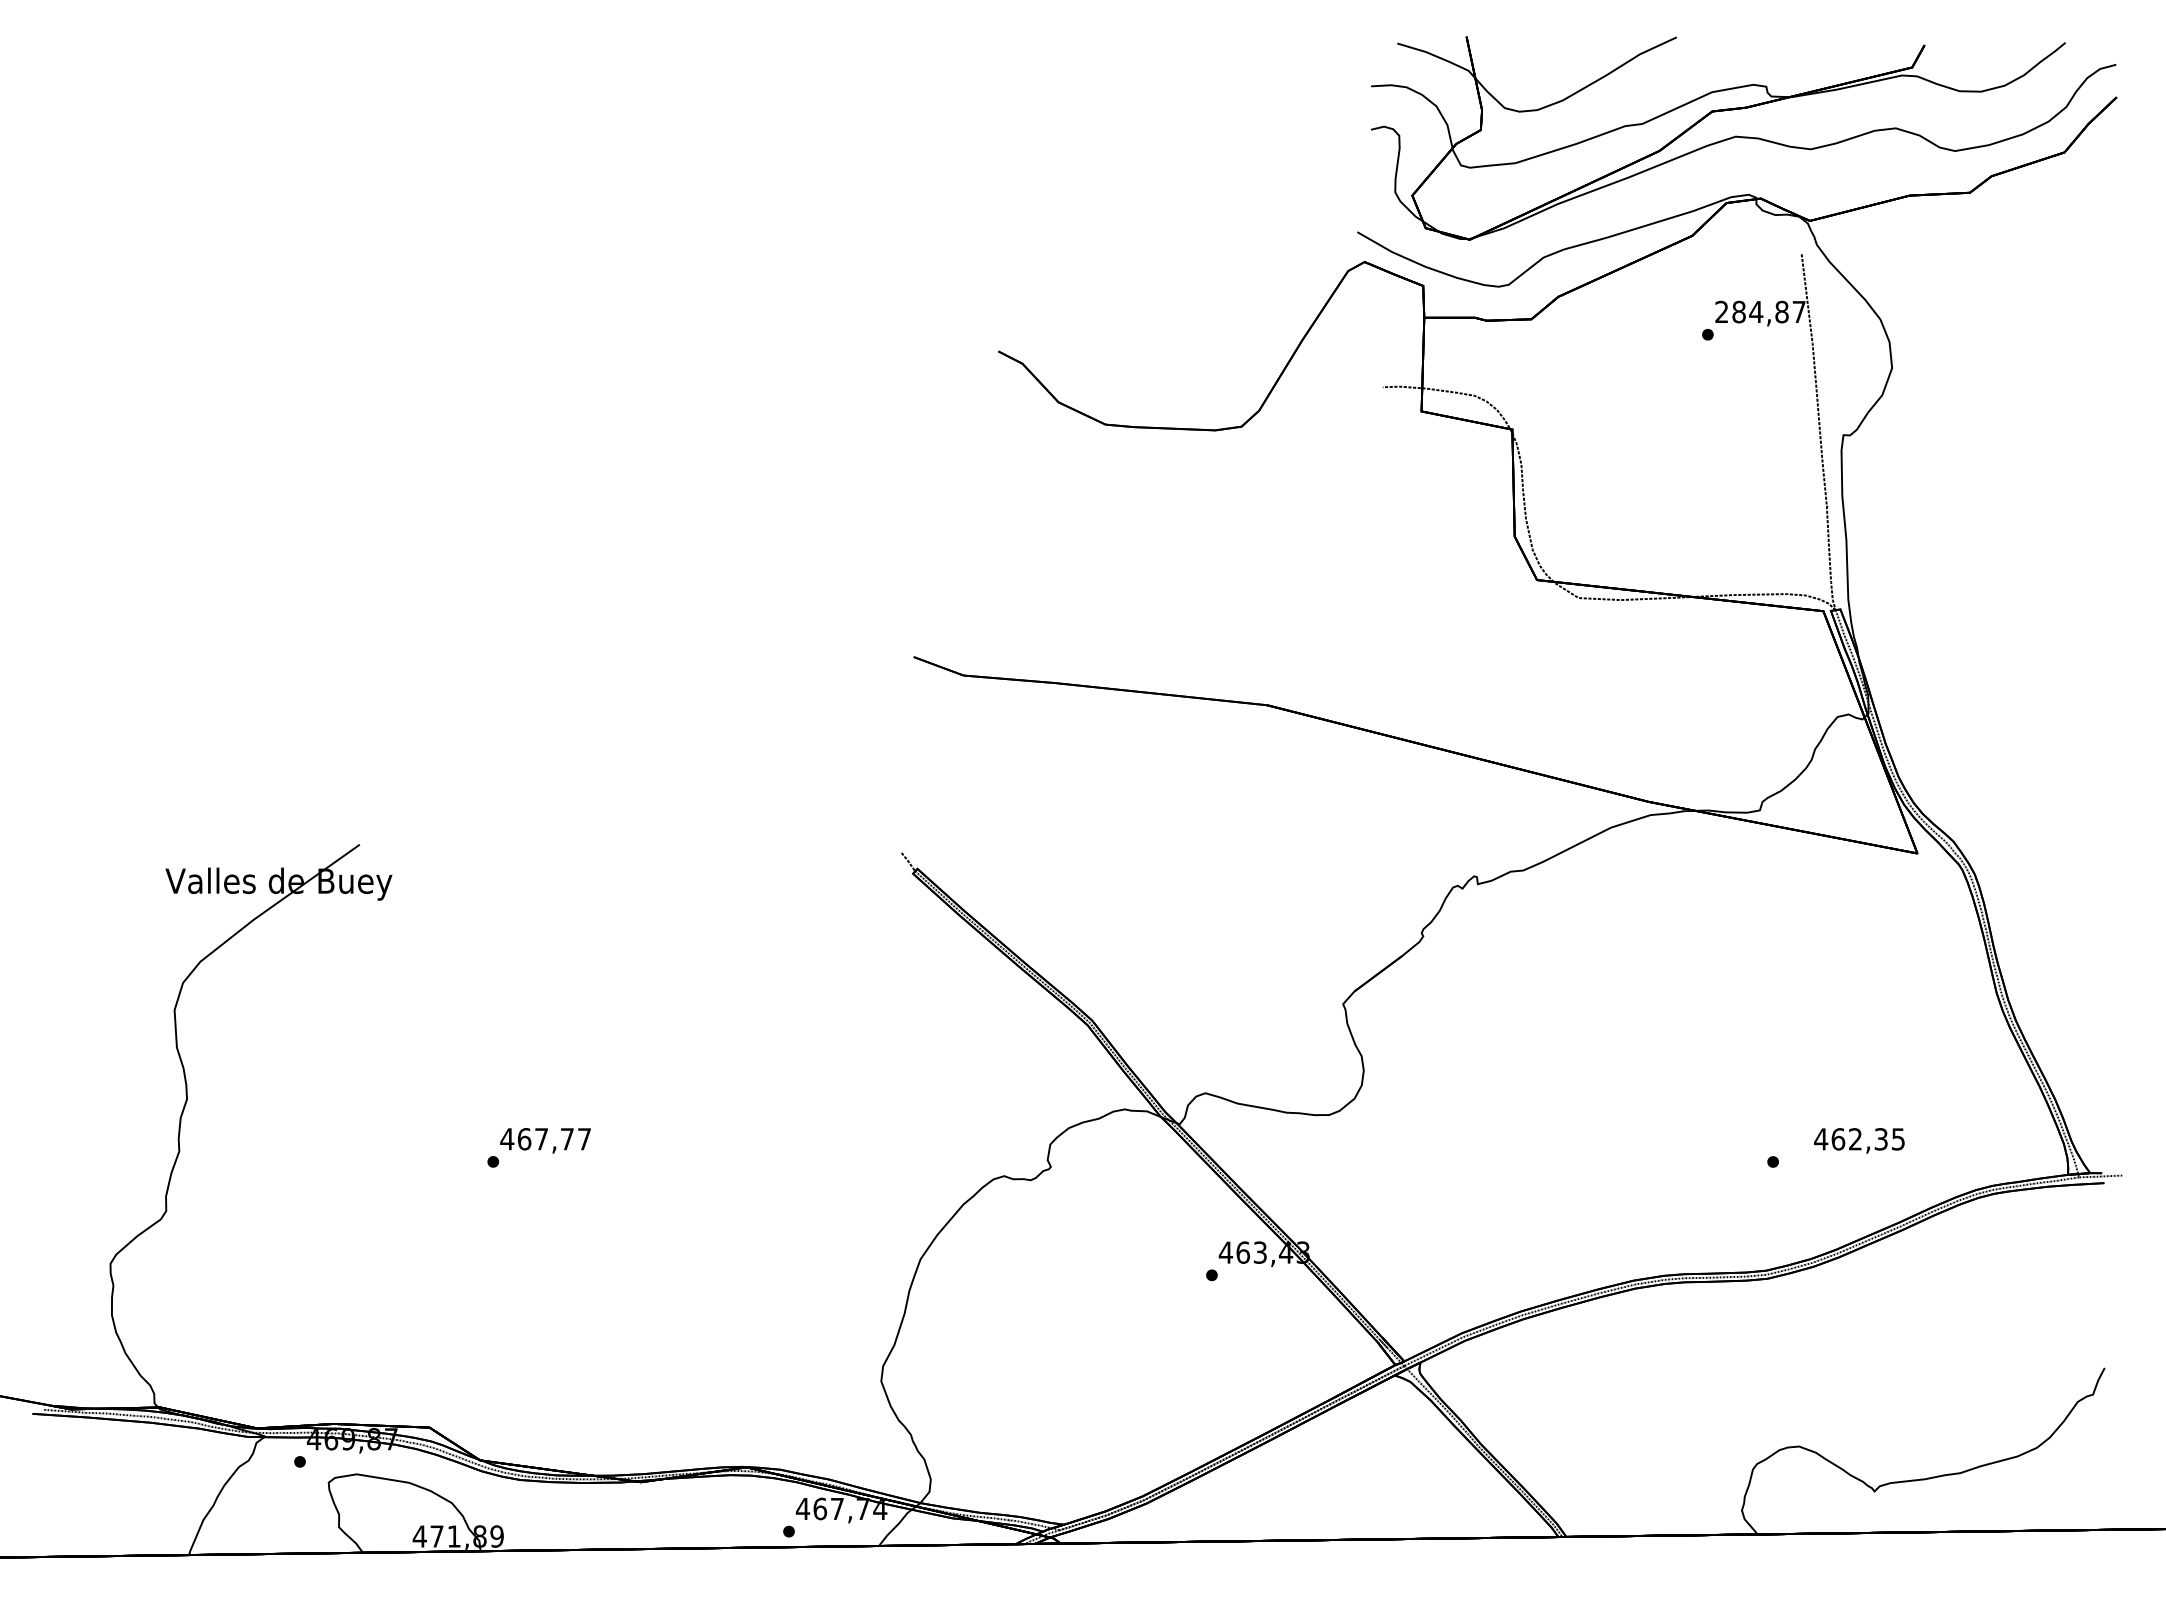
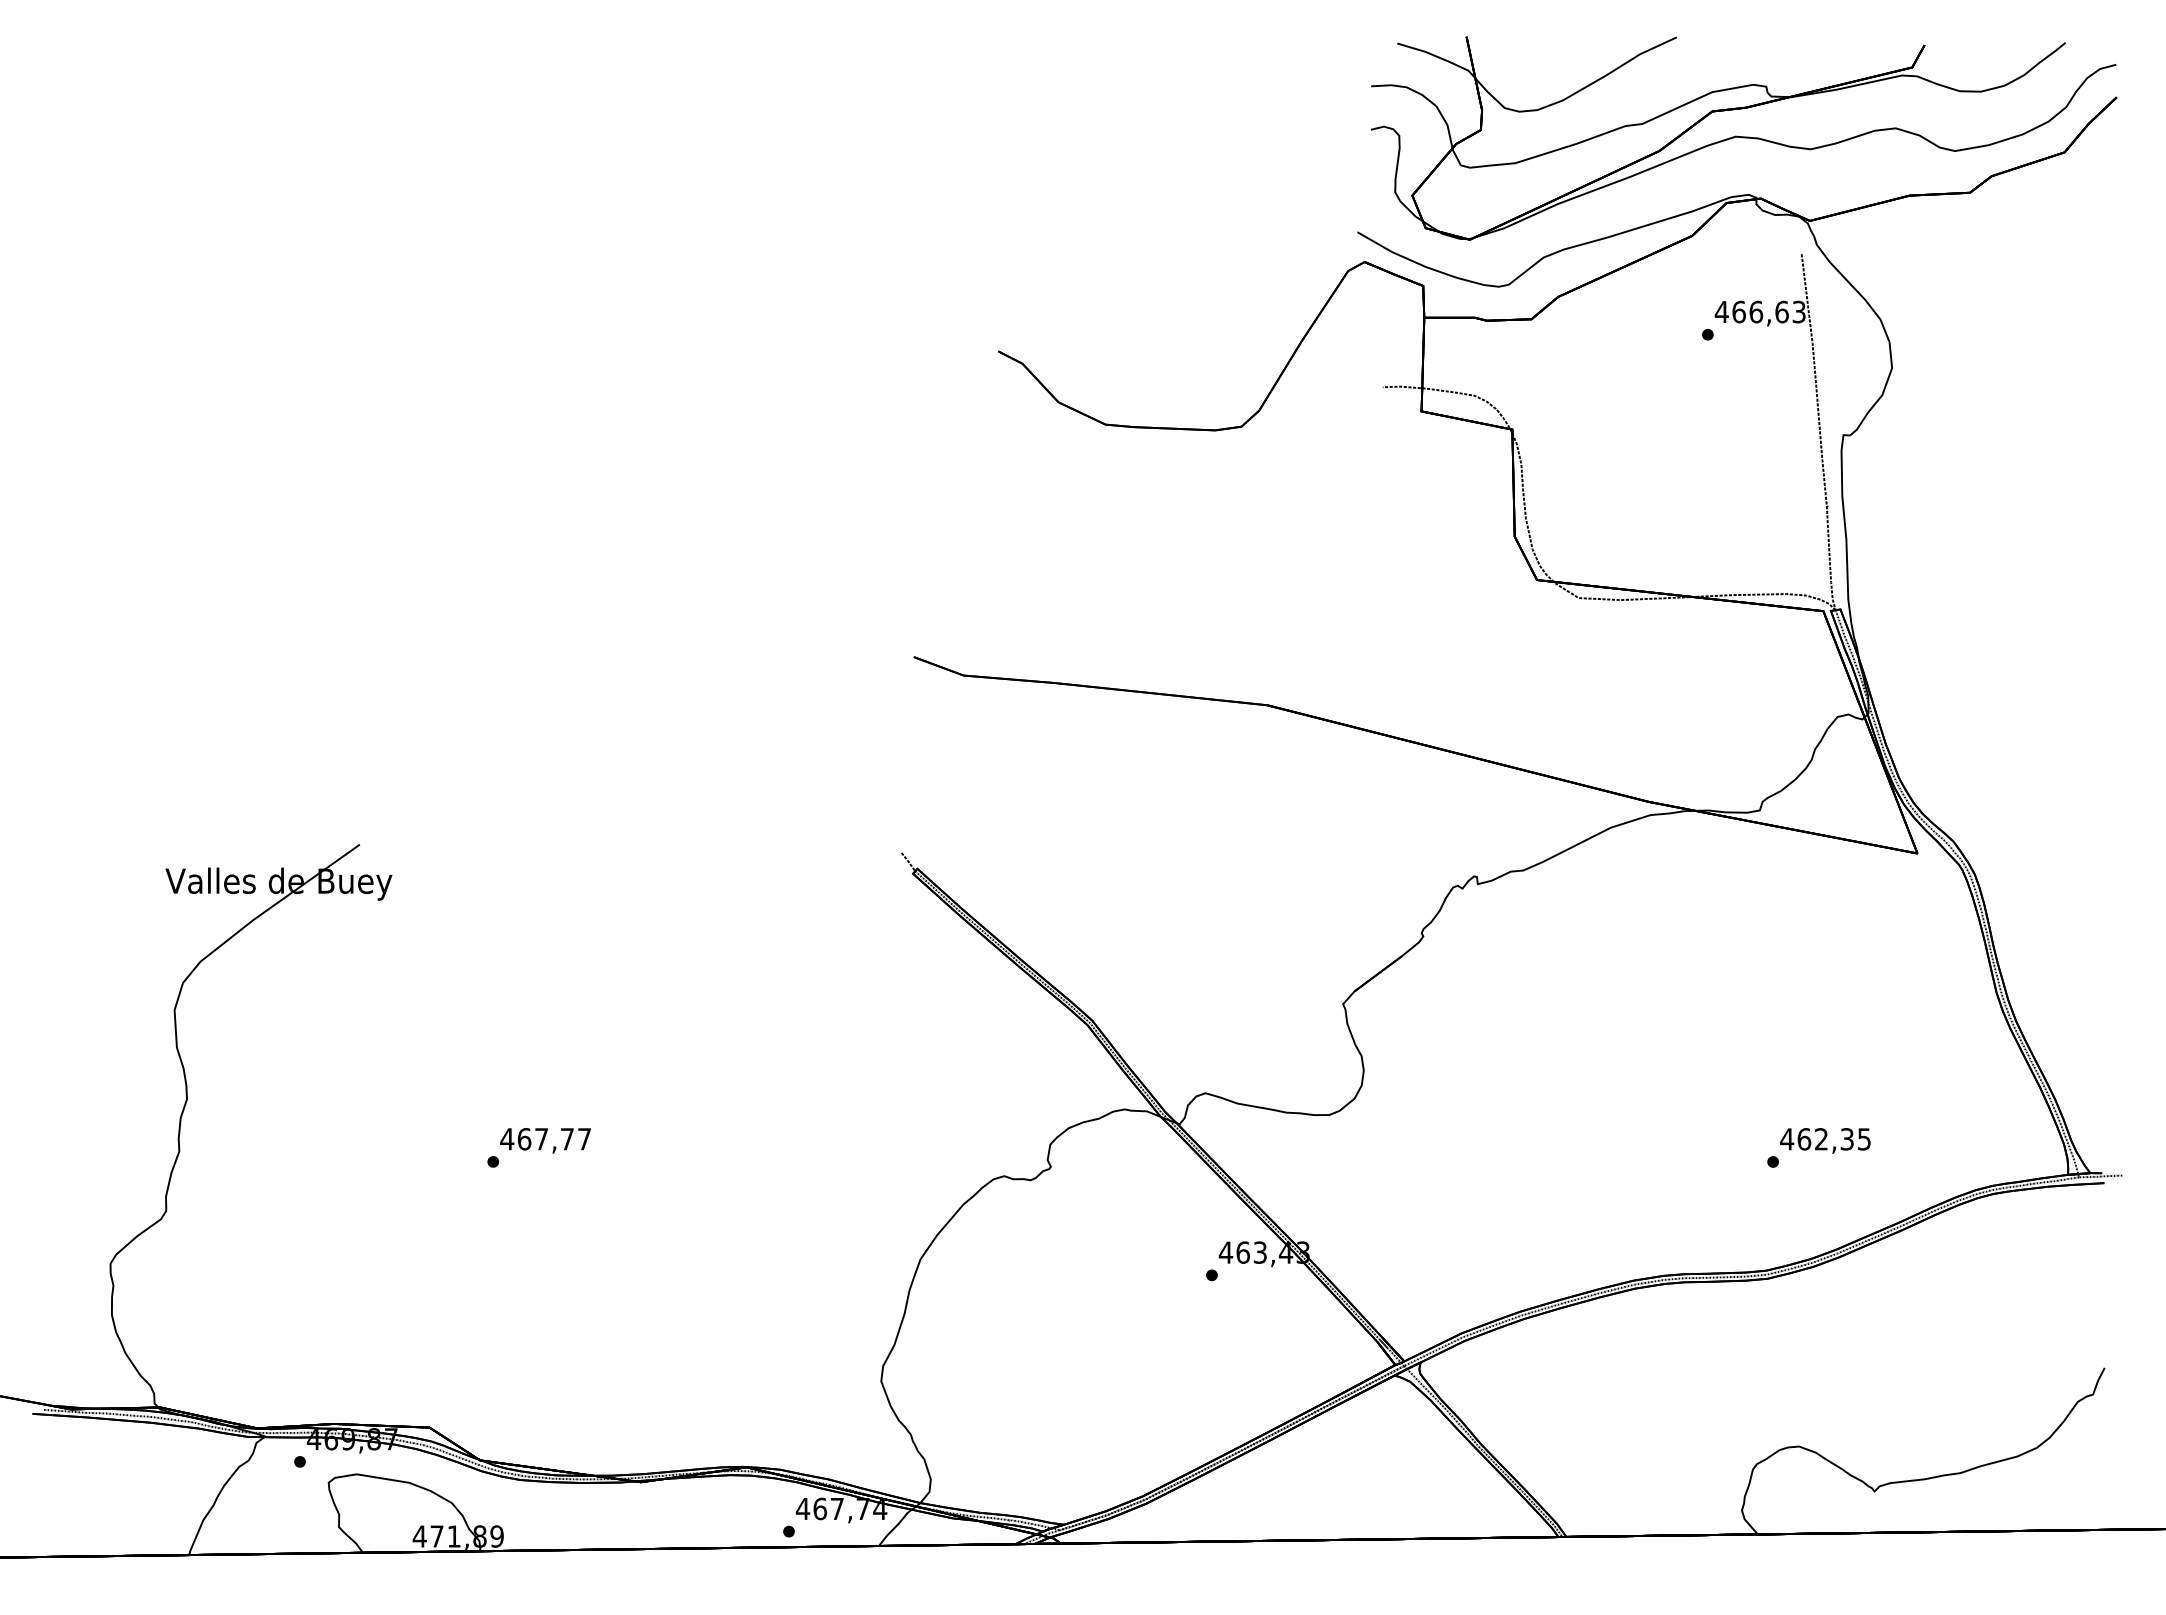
text at (1759, 311): 284,87 -> 466,63
text at (1859, 1140) position: (1859, 1140) -> (1825, 1140)
